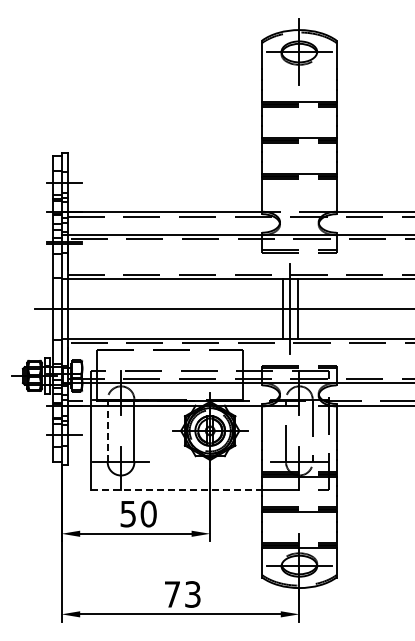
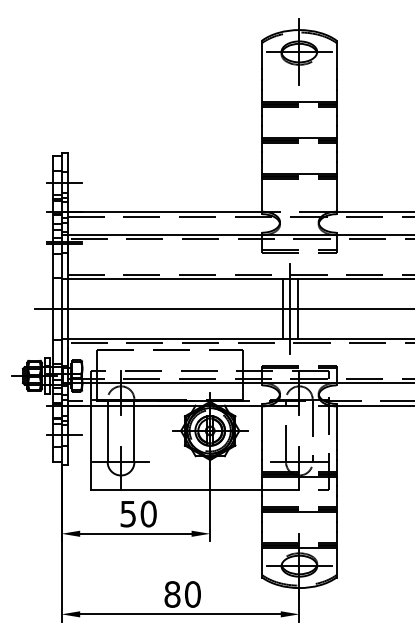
line at (107, 433): dashed -> solid
line at (177, 490): dashed -> solid
text at (182, 594): 73 -> 80
